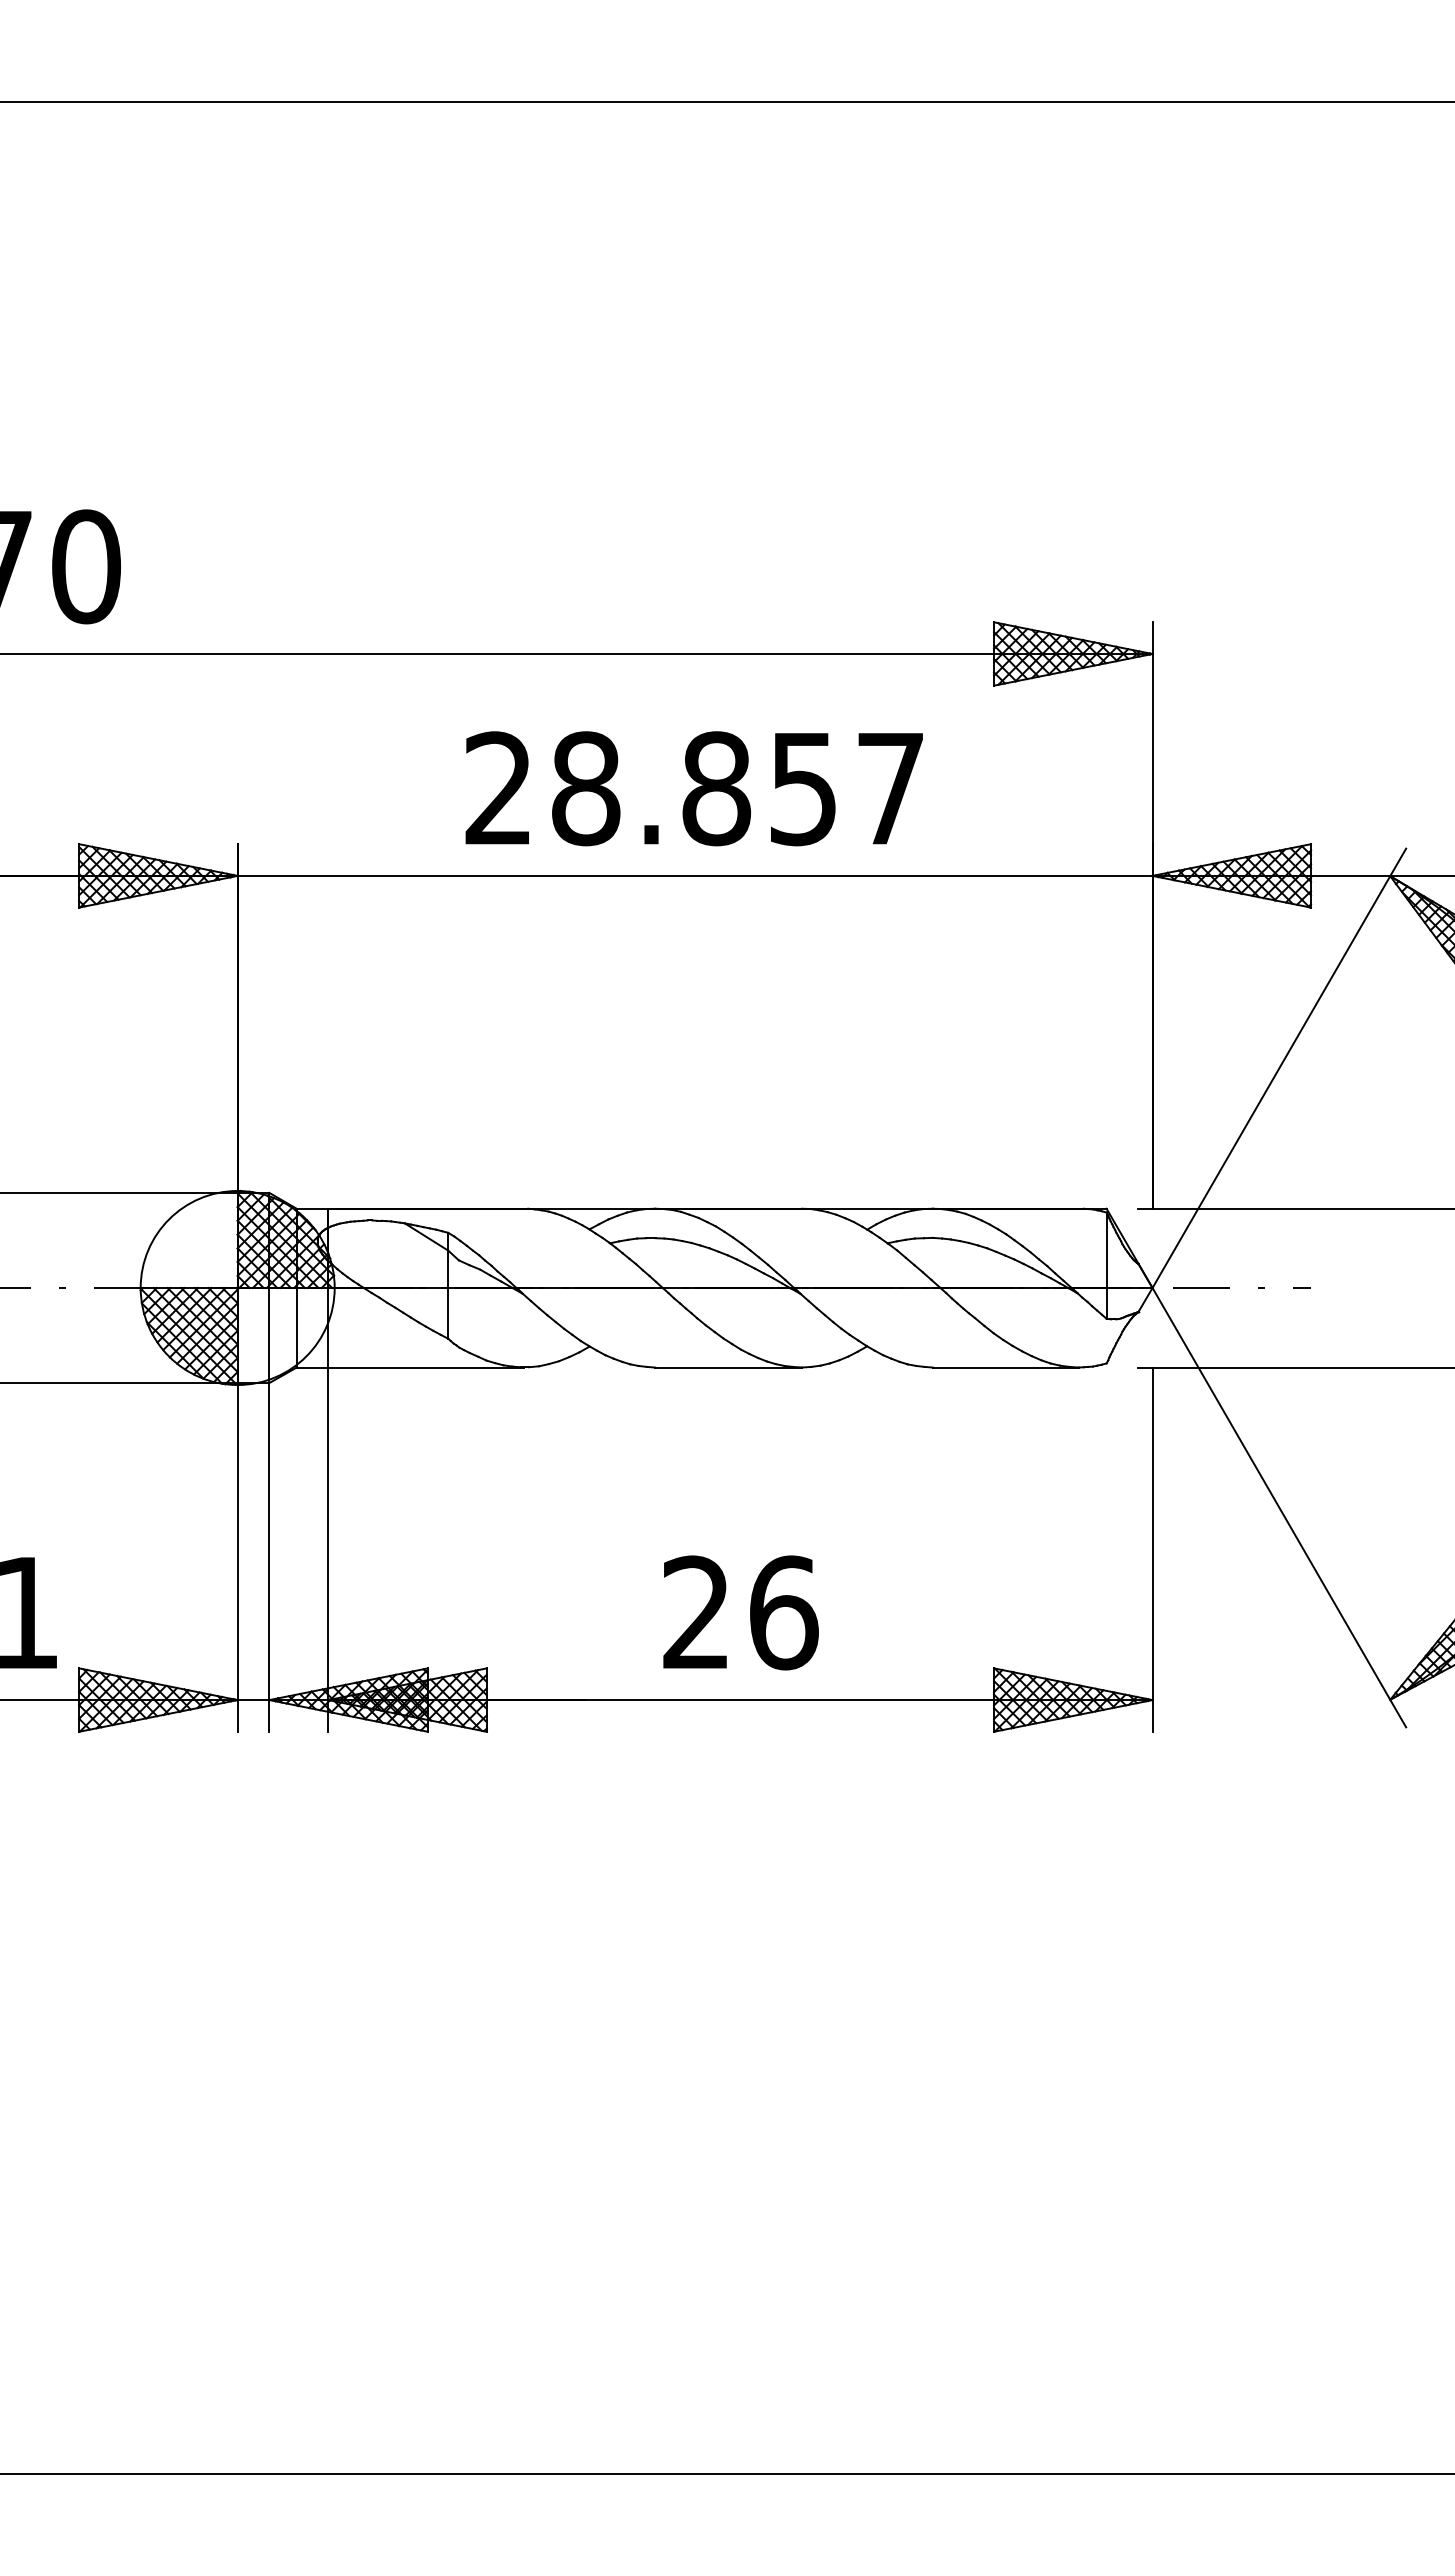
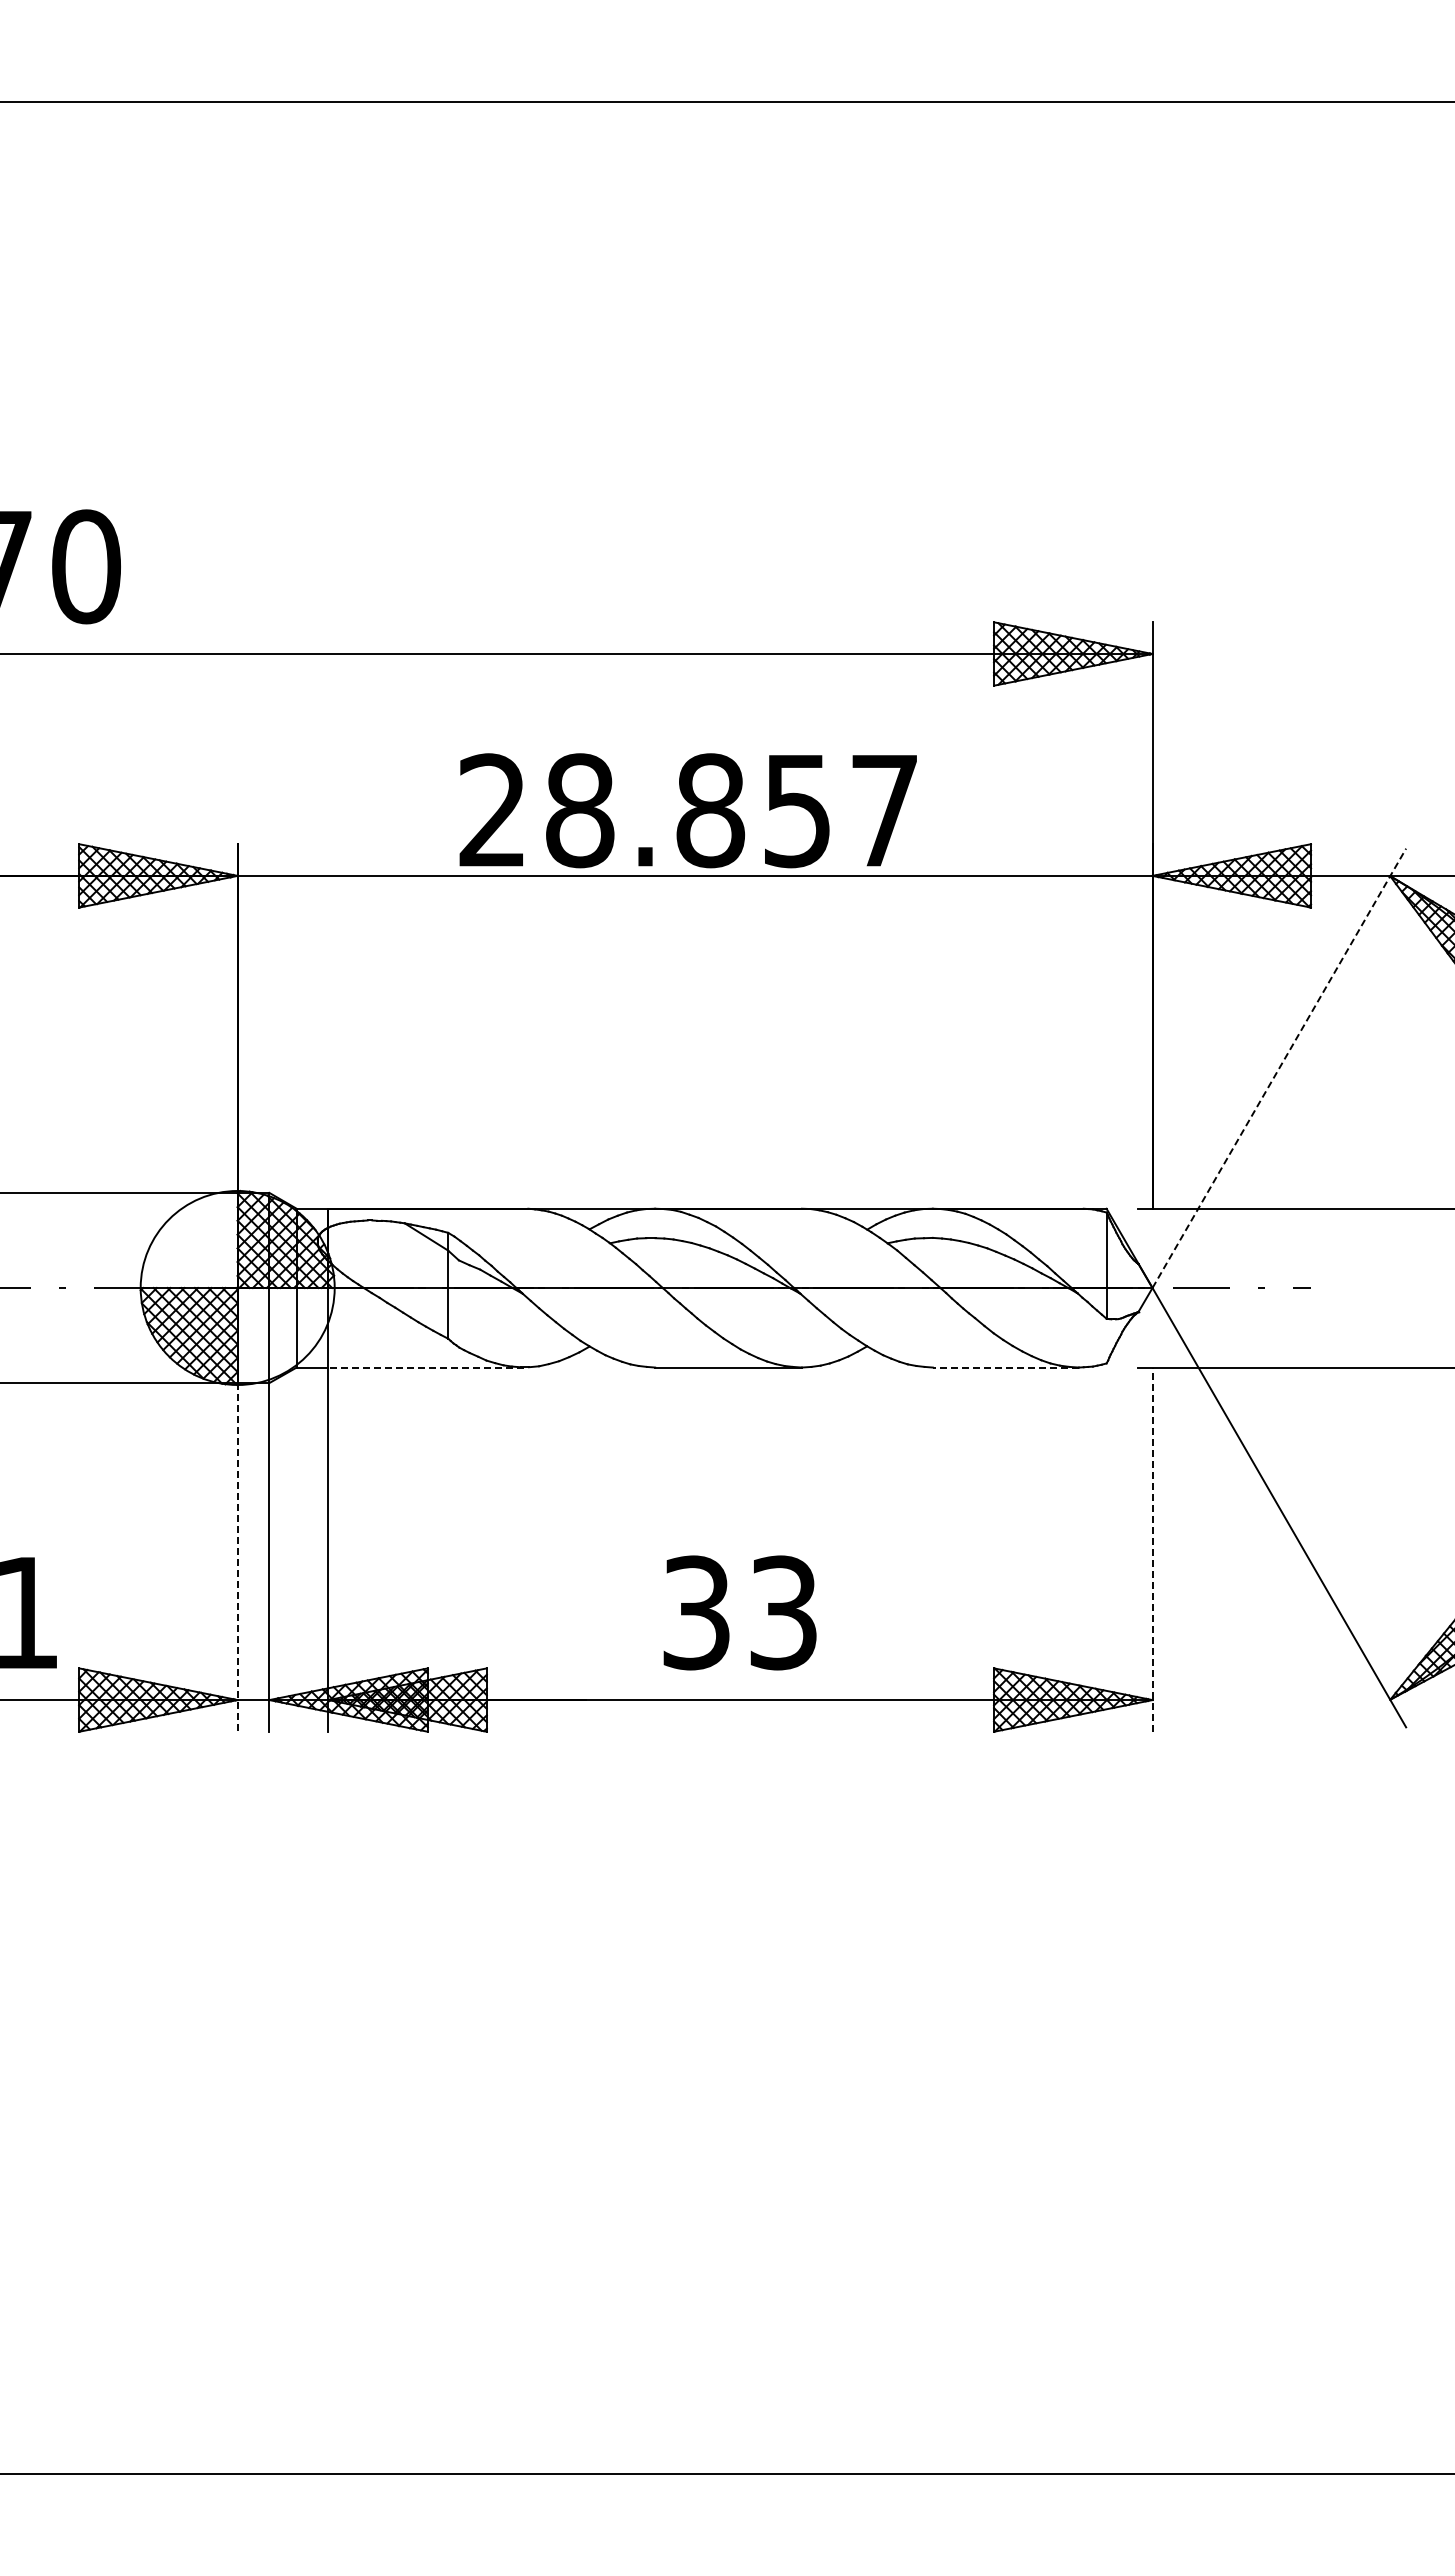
text at (693, 788) position: (693, 788) -> (687, 810)
line at (1279, 1068): solid -> dashed
line at (426, 1367): solid -> dashed
line at (1005, 1367): solid -> dashed
line at (1152, 1549): solid -> dashed
line at (237, 1557): solid -> dashed
text at (740, 1612): 26 -> 33
